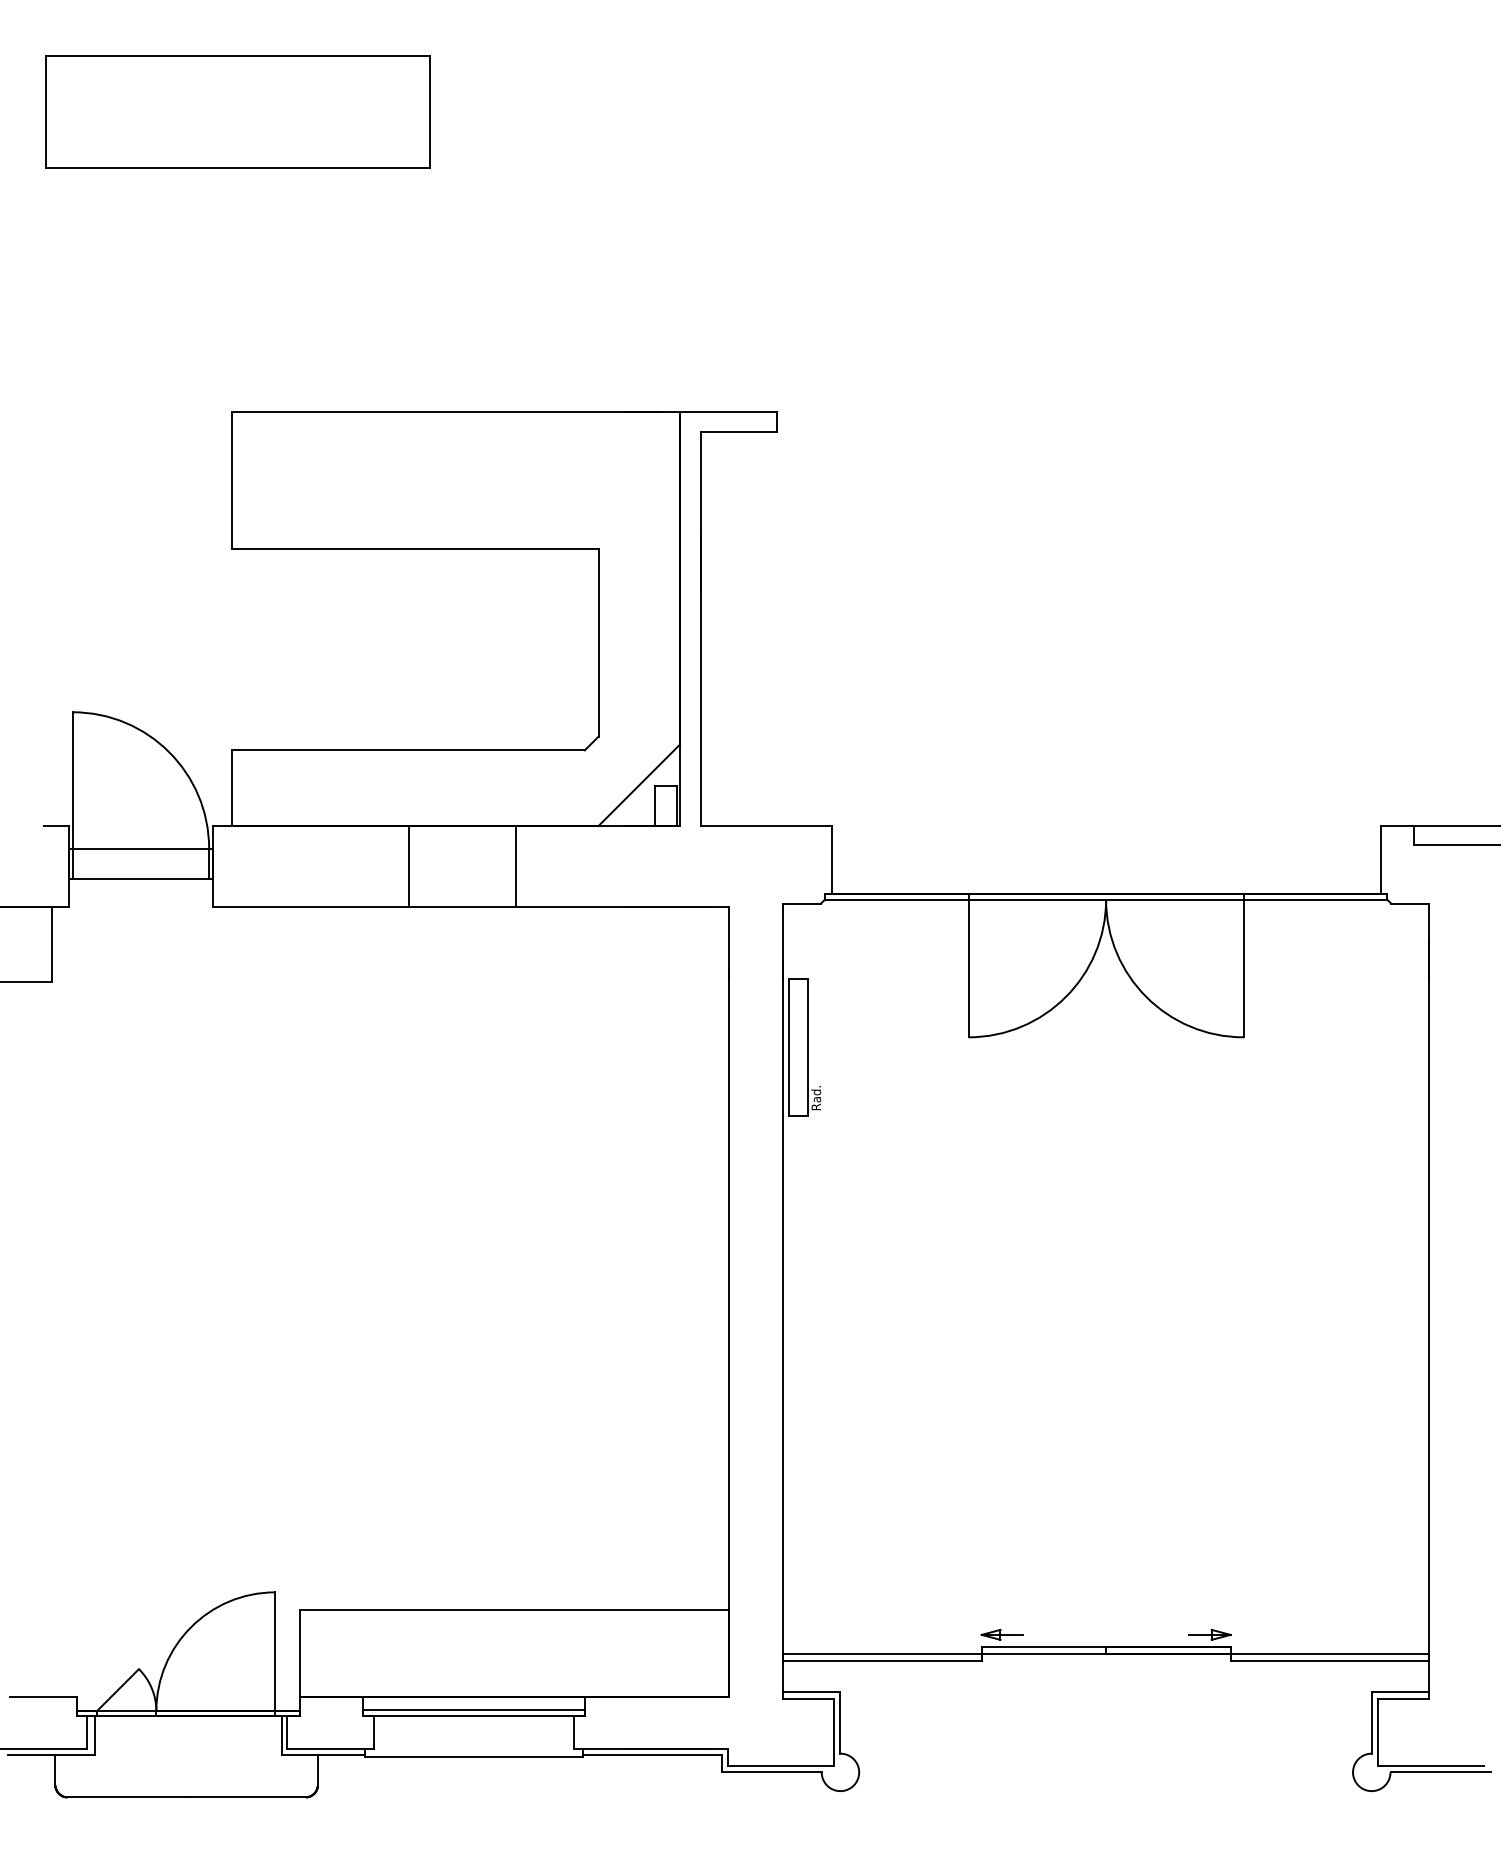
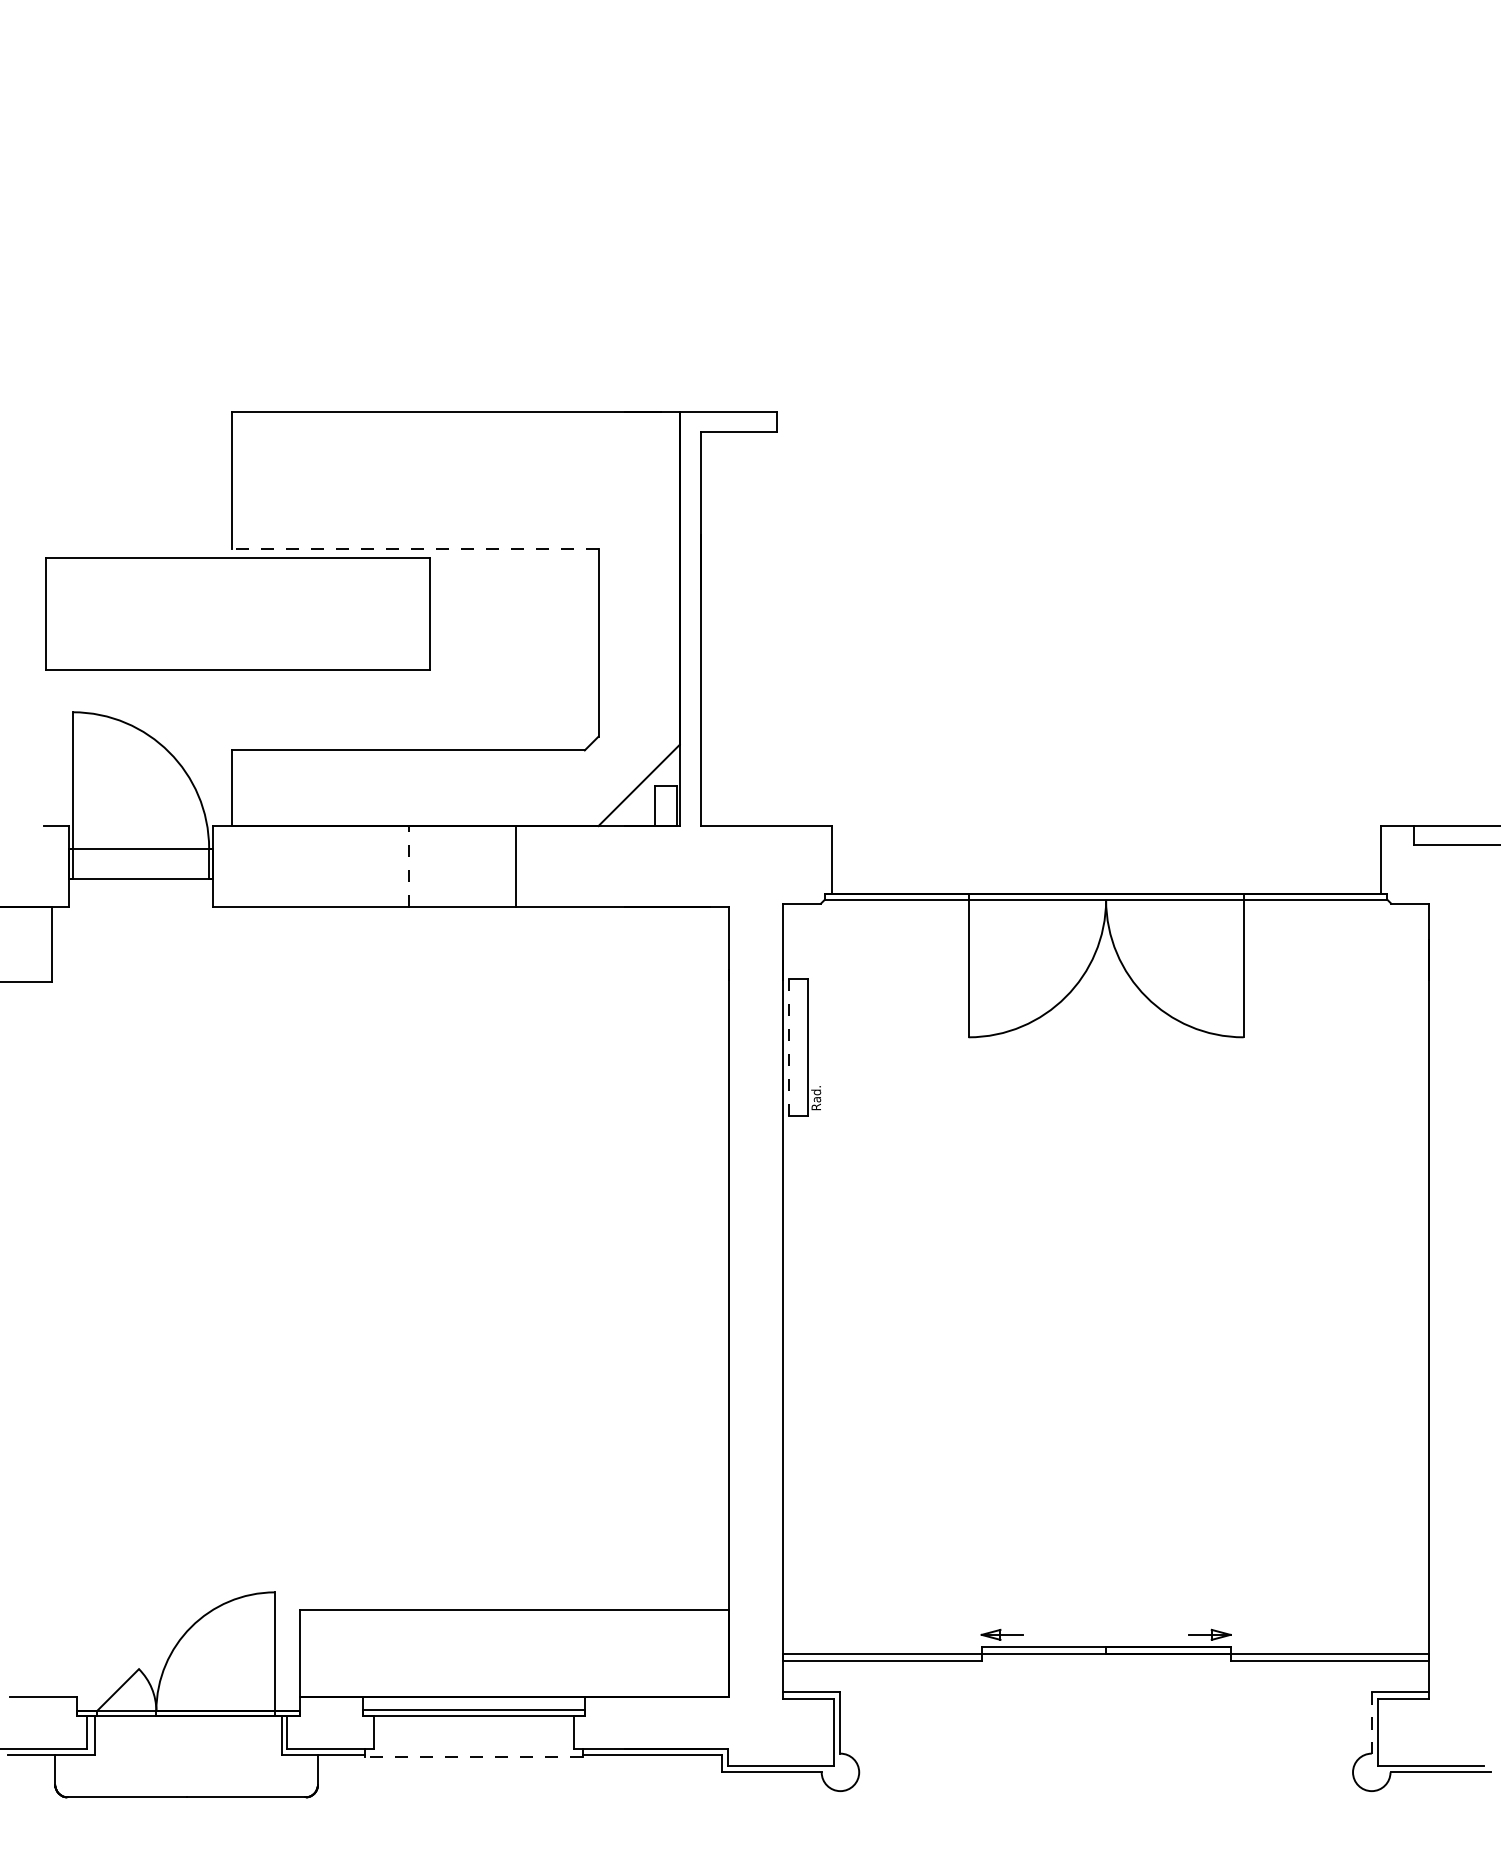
part at (237, 111) position: (237, 111) -> (237, 613)
line at (414, 549): solid -> dashed
line at (408, 866): solid -> dashed
line at (789, 1047): solid -> dashed
line at (1371, 1723): solid -> dashed
line at (474, 1757): solid -> dashed
